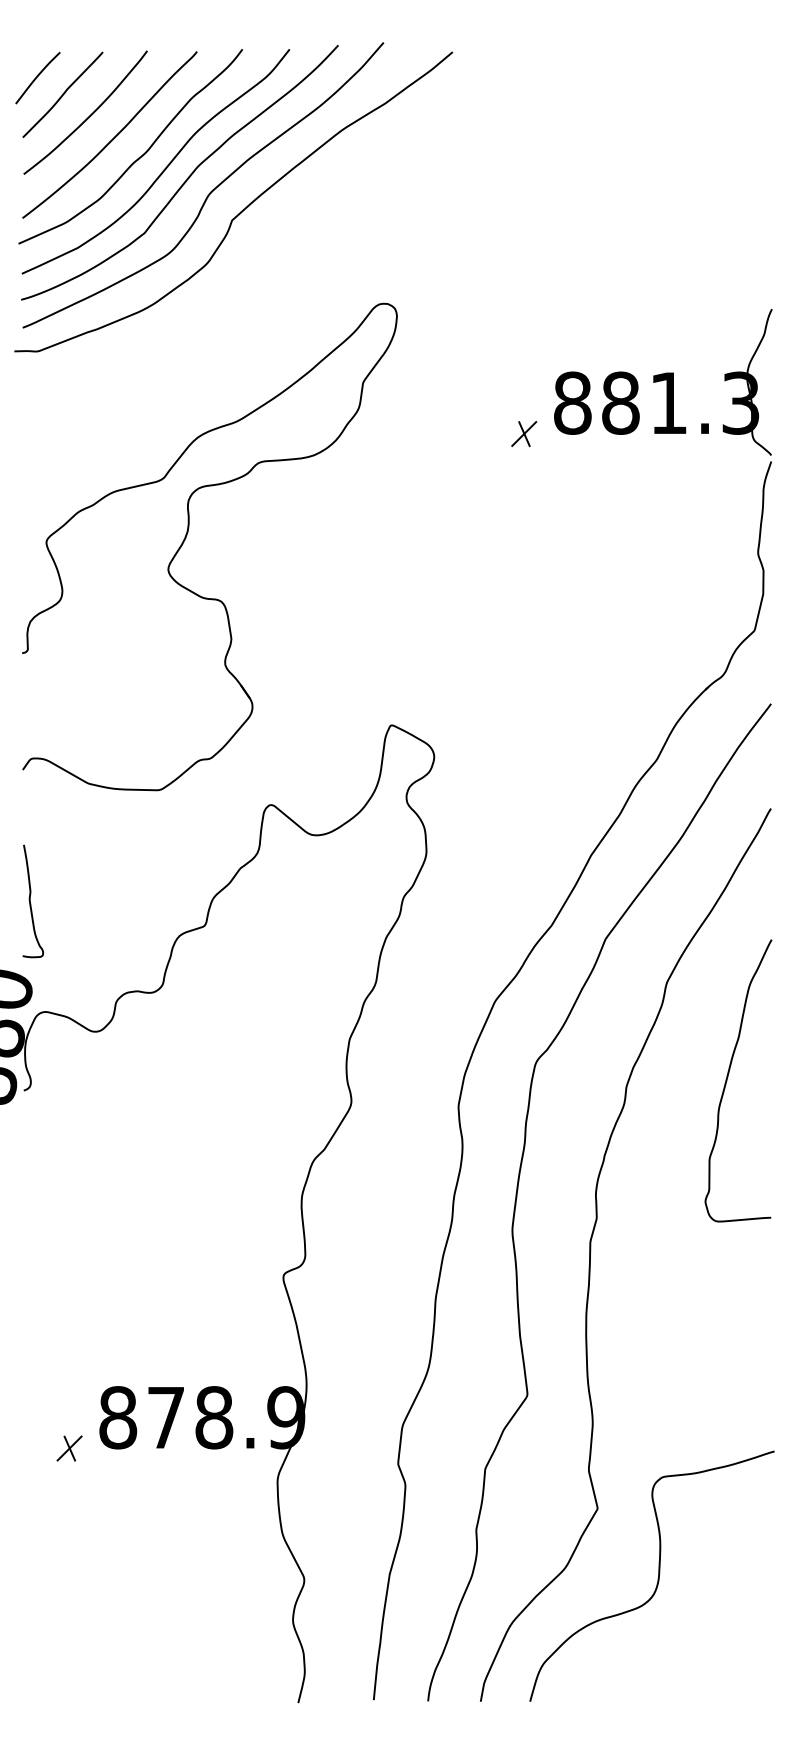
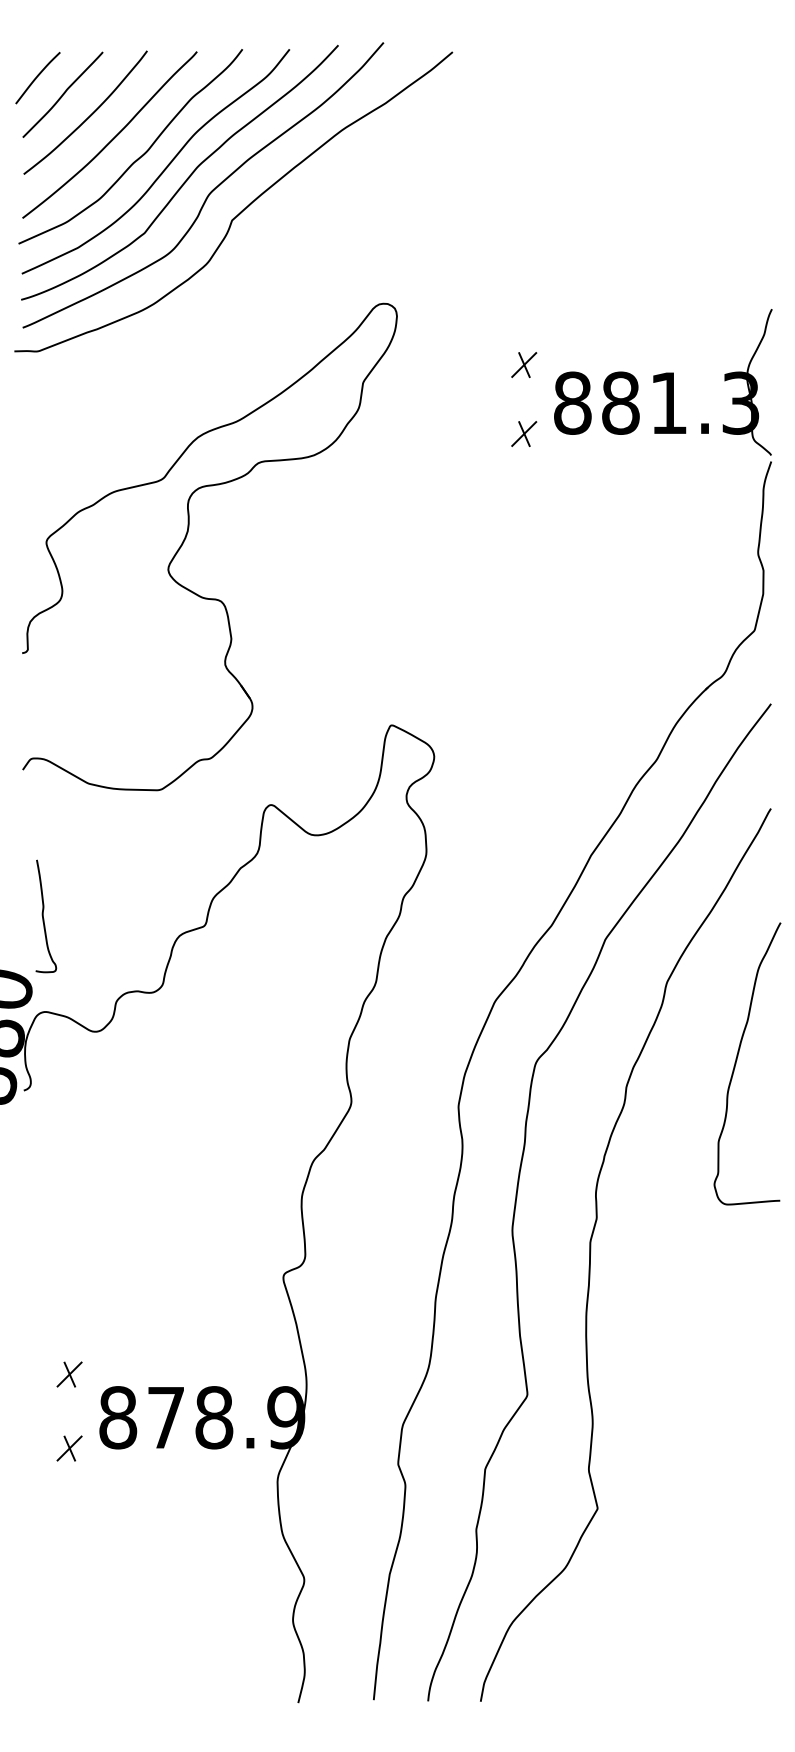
part at (524, 364): none -> present
curve at (31, 903) position: (31, 903) -> (44, 918)
curve at (728, 1077) position: (728, 1077) -> (737, 1060)
part at (69, 1374): none -> present
curve at (657, 1578): present -> none
